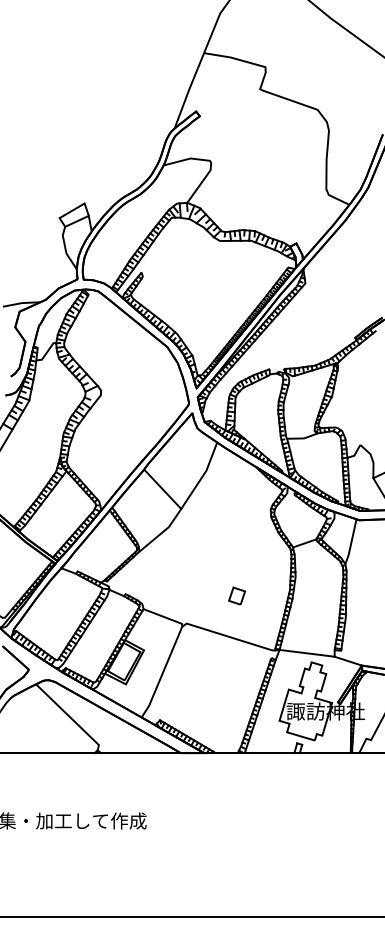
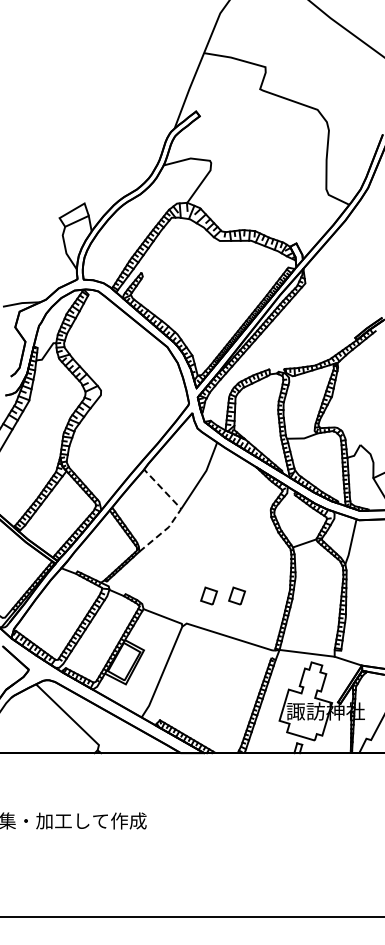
line at (179, 511): solid -> dashed
part at (208, 595): none -> present
